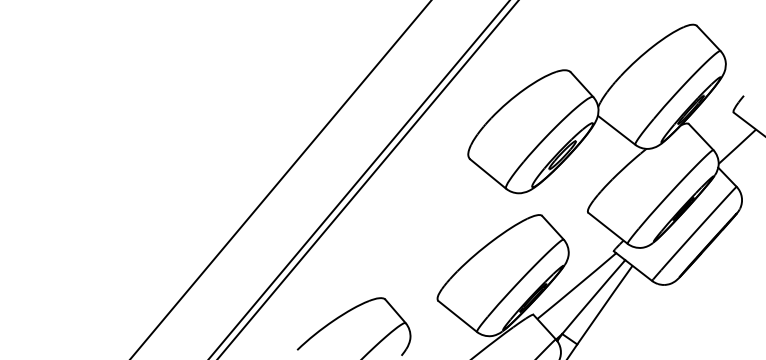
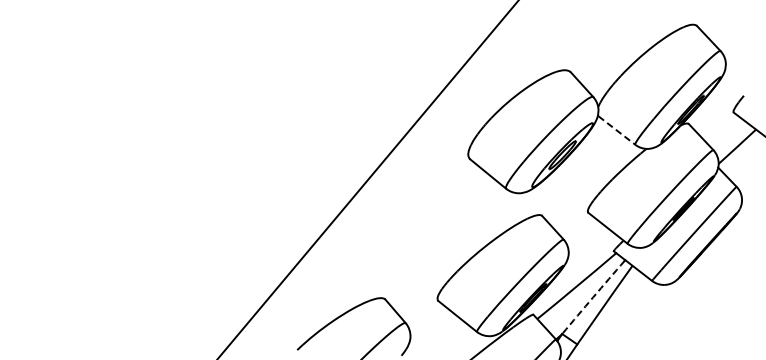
line at (617, 130): solid -> dashed
line at (280, 179): present -> none
line at (359, 179): present -> none
arc at (593, 297): solid -> dashed
